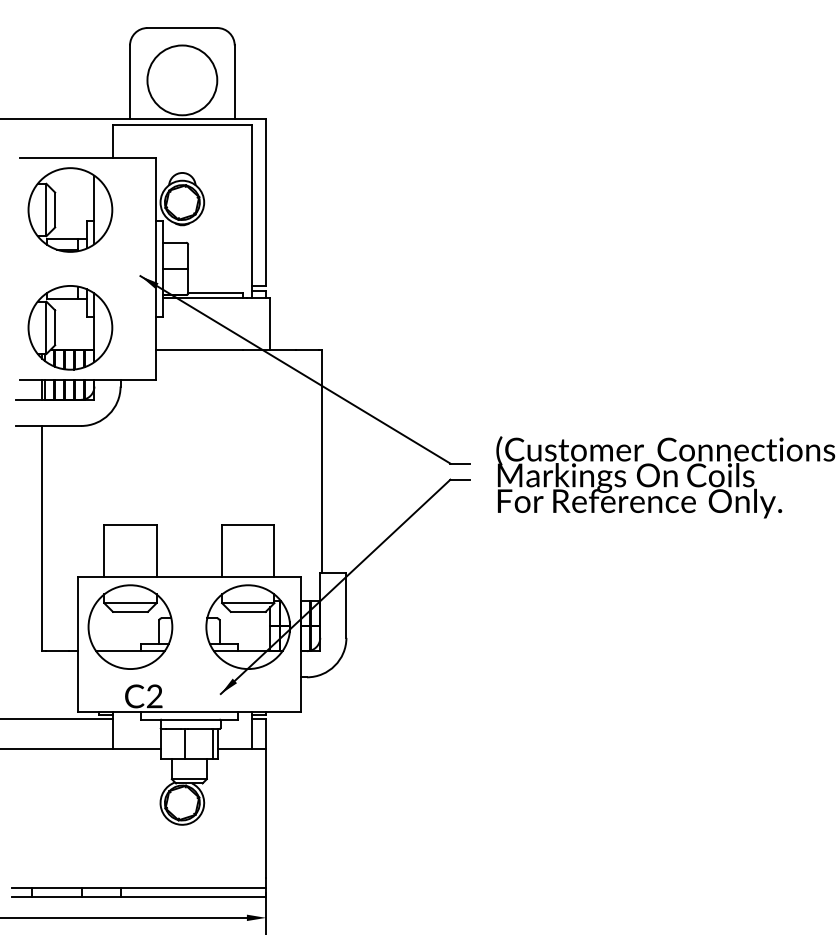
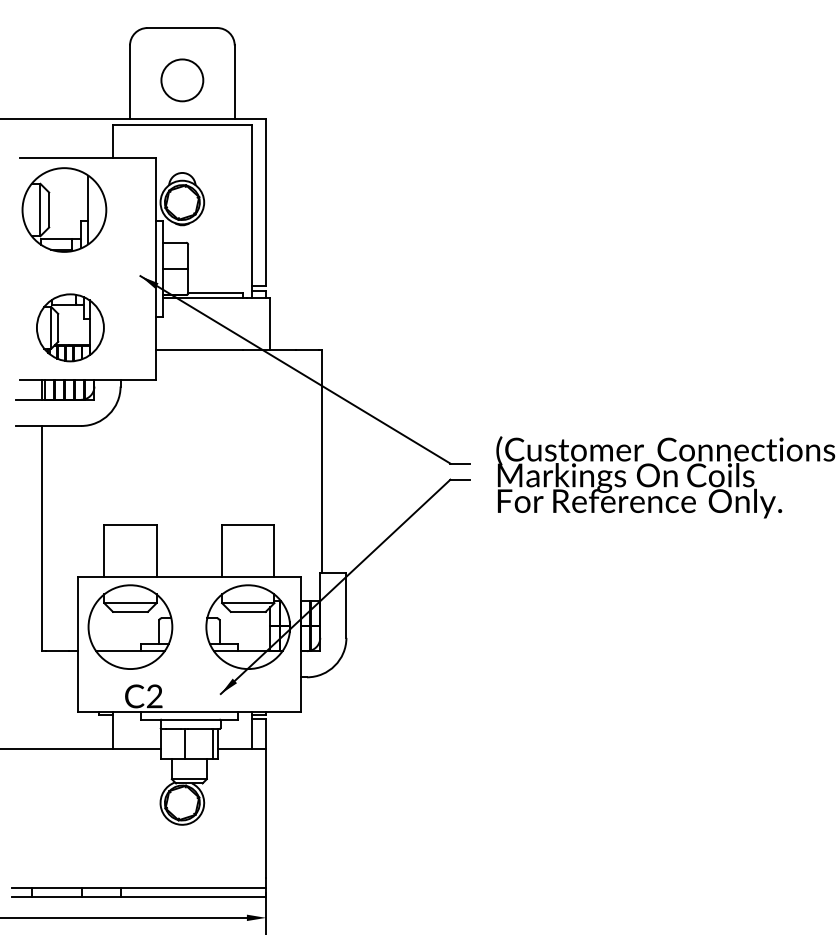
circle at (182, 80) diameter: 70 px -> 42 px
part at (70, 209) position: (70, 209) -> (64, 209)
part at (70, 327) size: 87x86 px -> 69x70 px
line at (57, 719): present -> none
